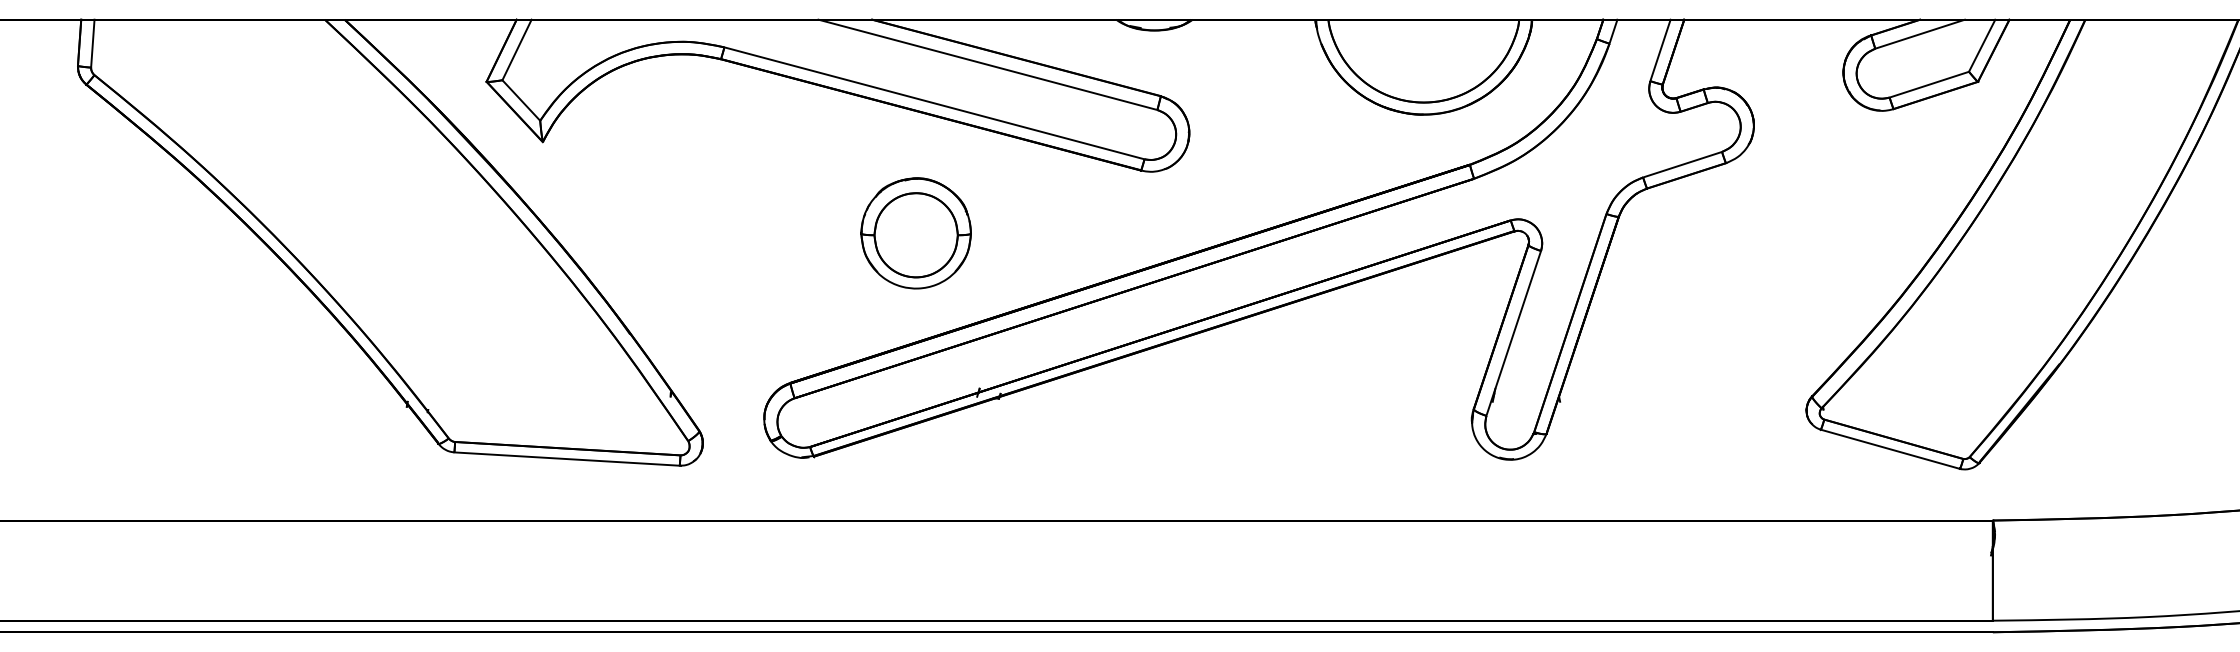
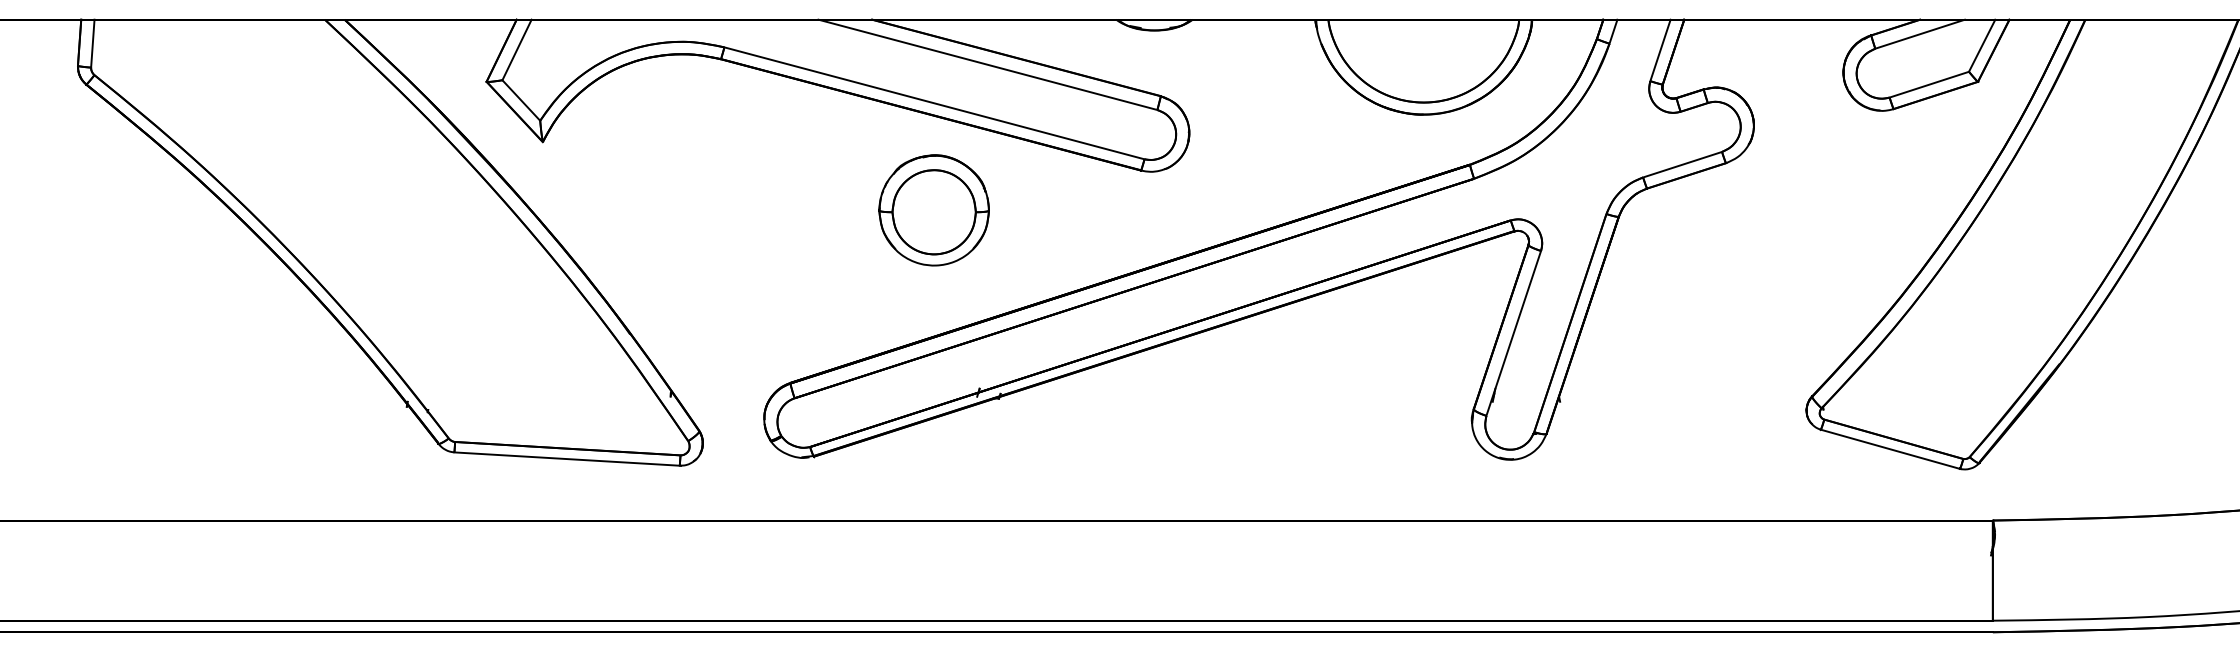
part at (915, 233) position: (915, 233) -> (933, 210)
